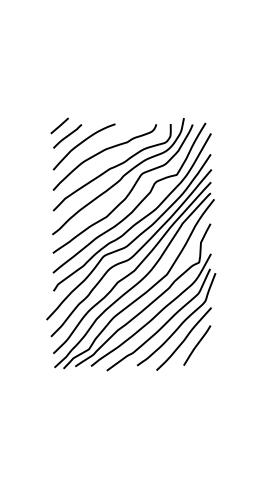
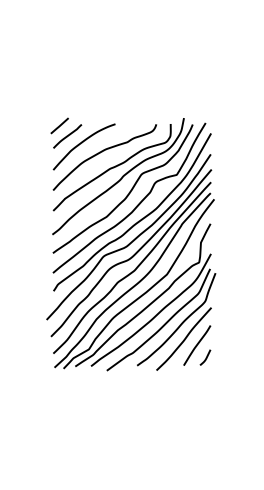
curve at (205, 357): none -> present
